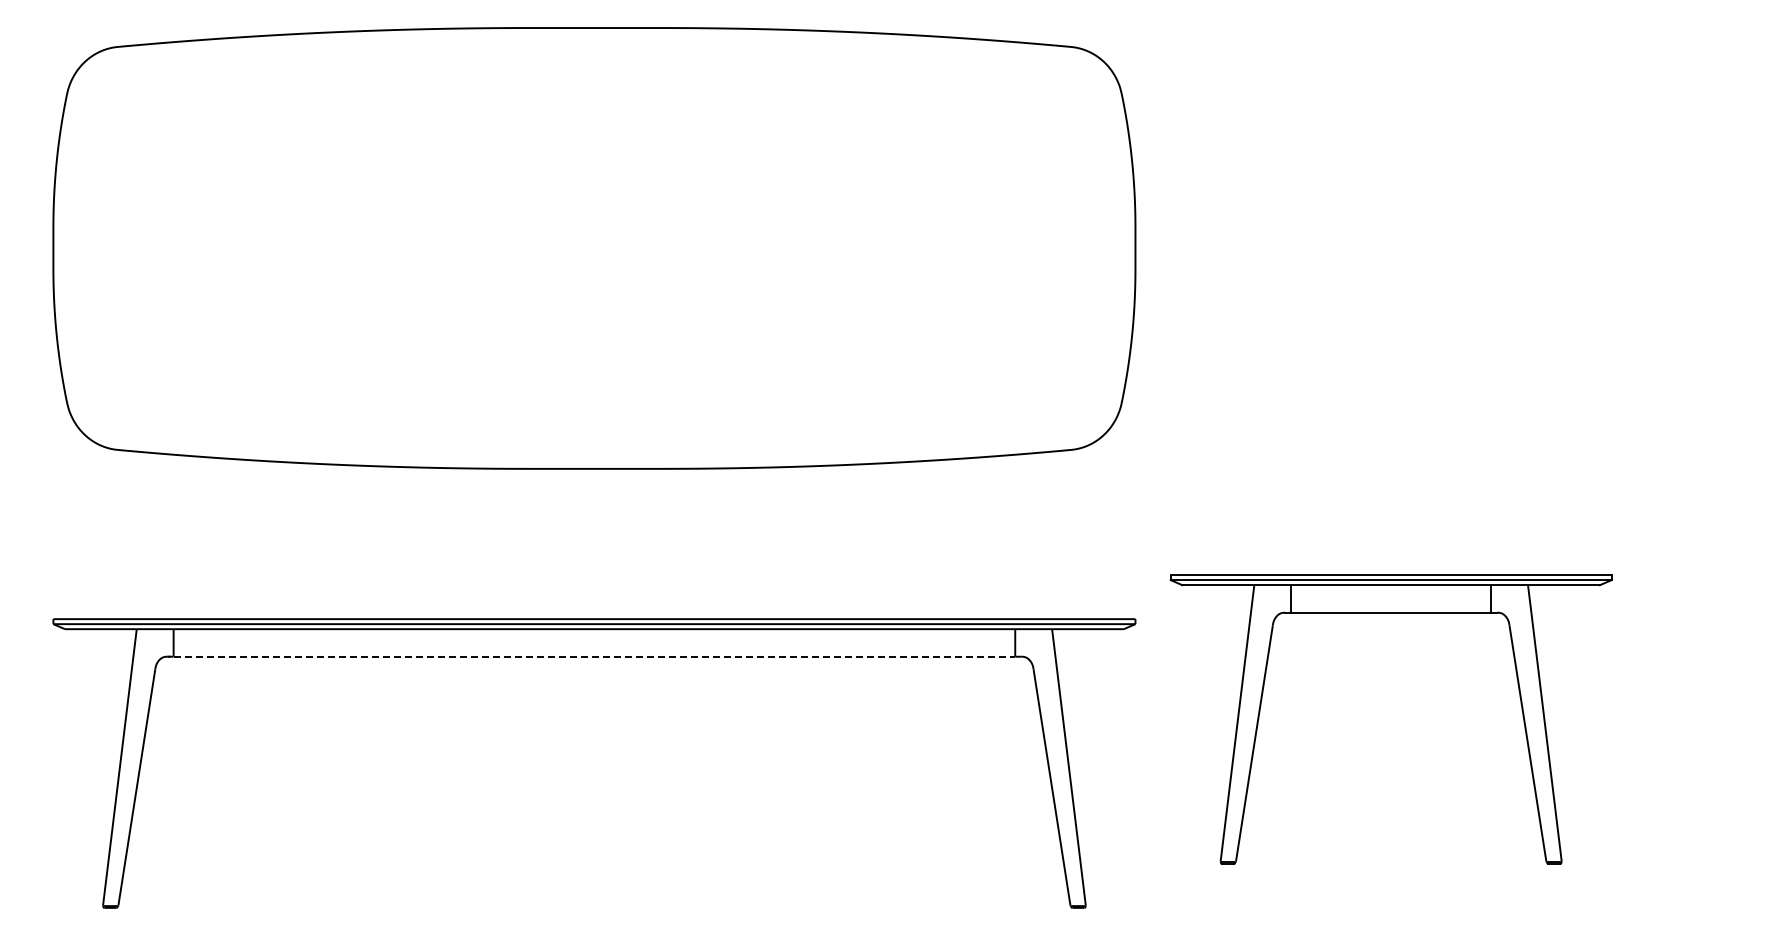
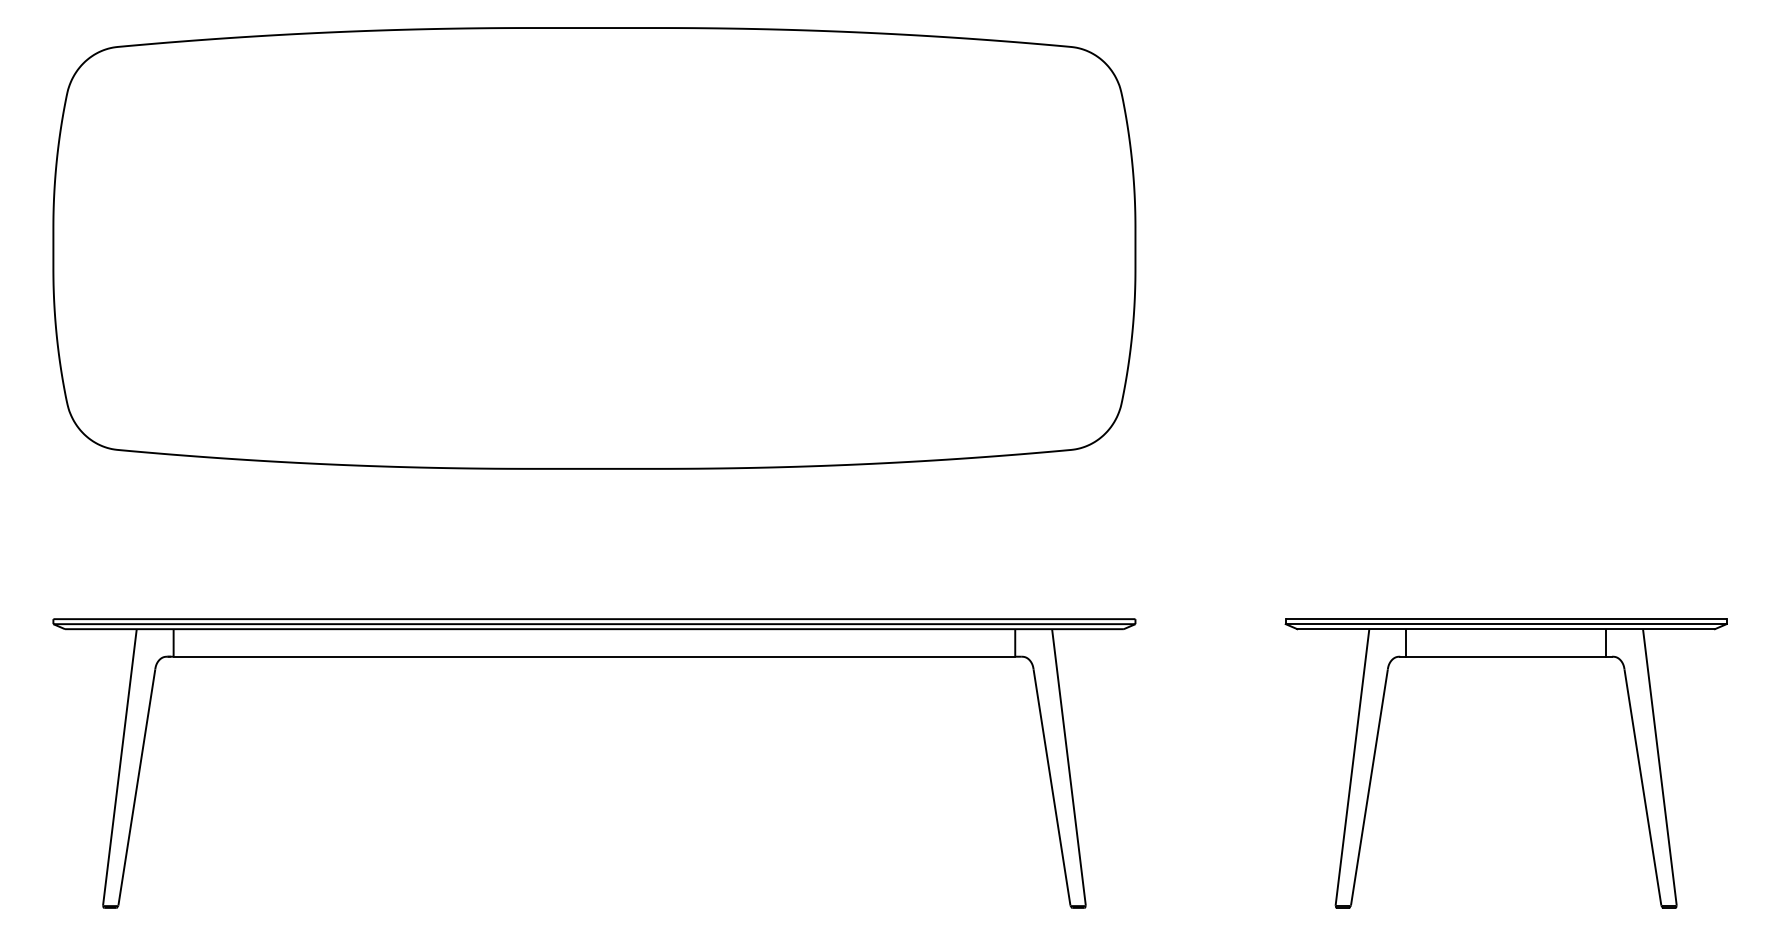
part at (1390, 613) position: (1390, 613) -> (1505, 657)
line at (594, 656): dashed -> solid
